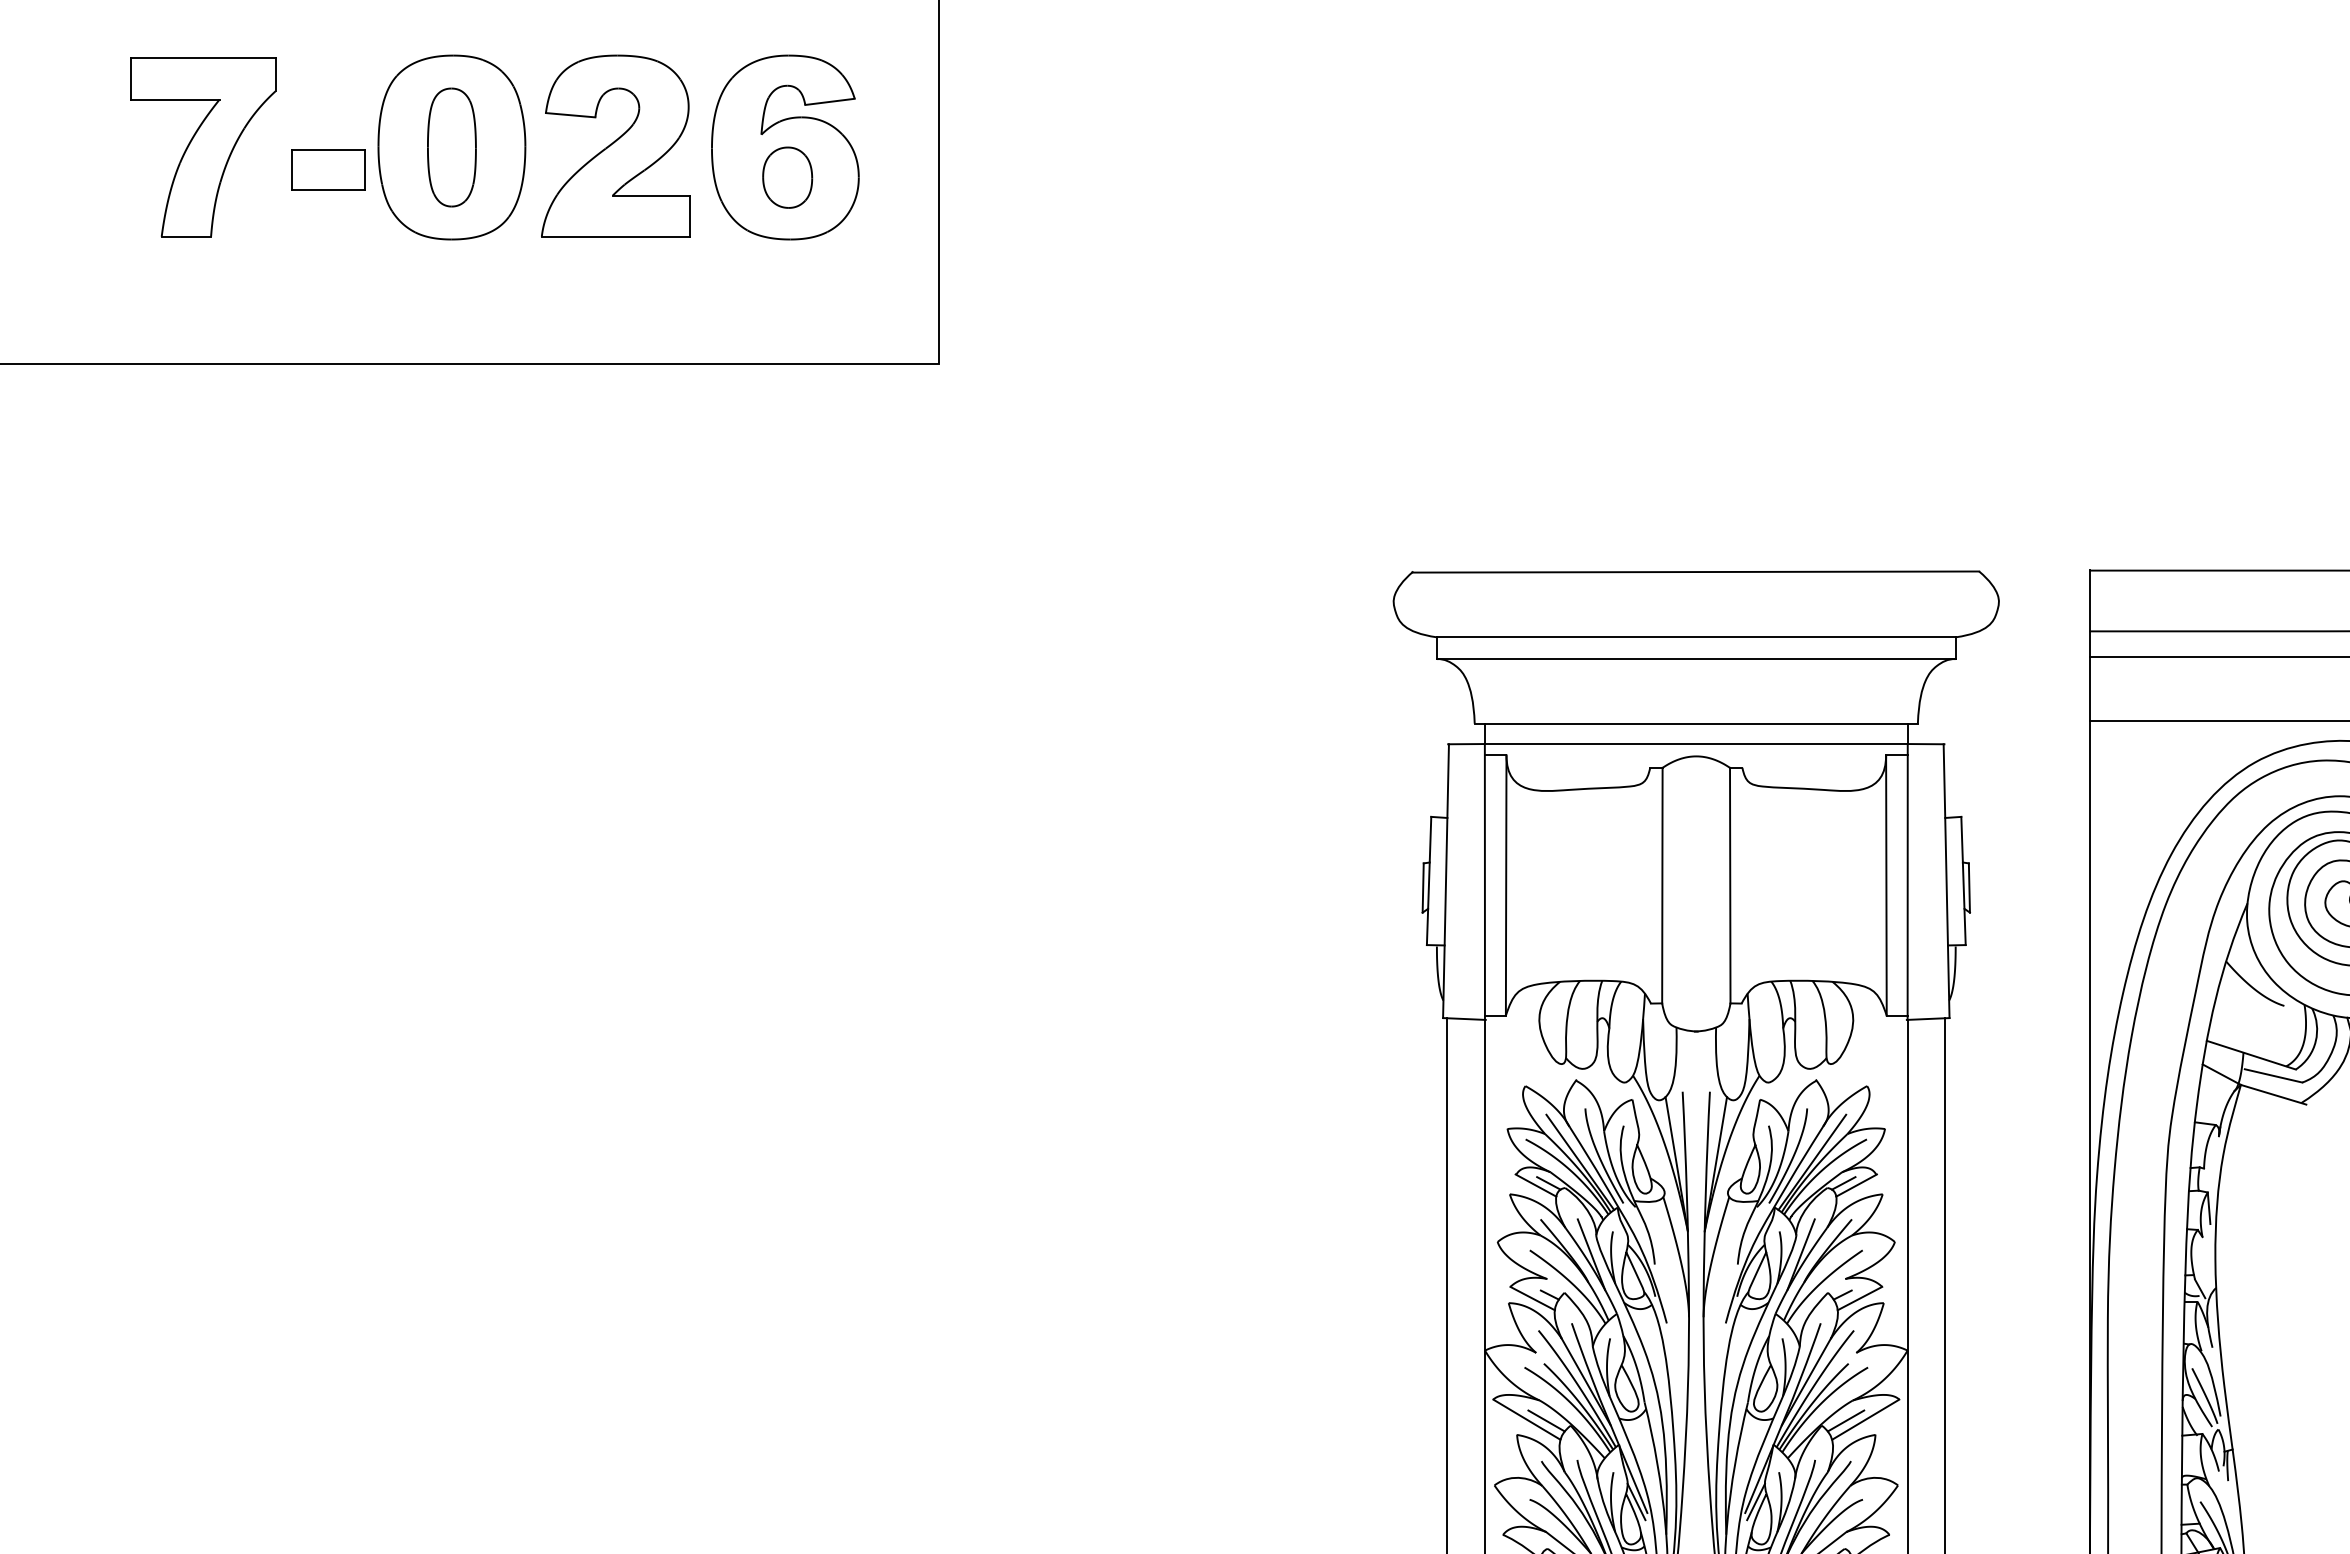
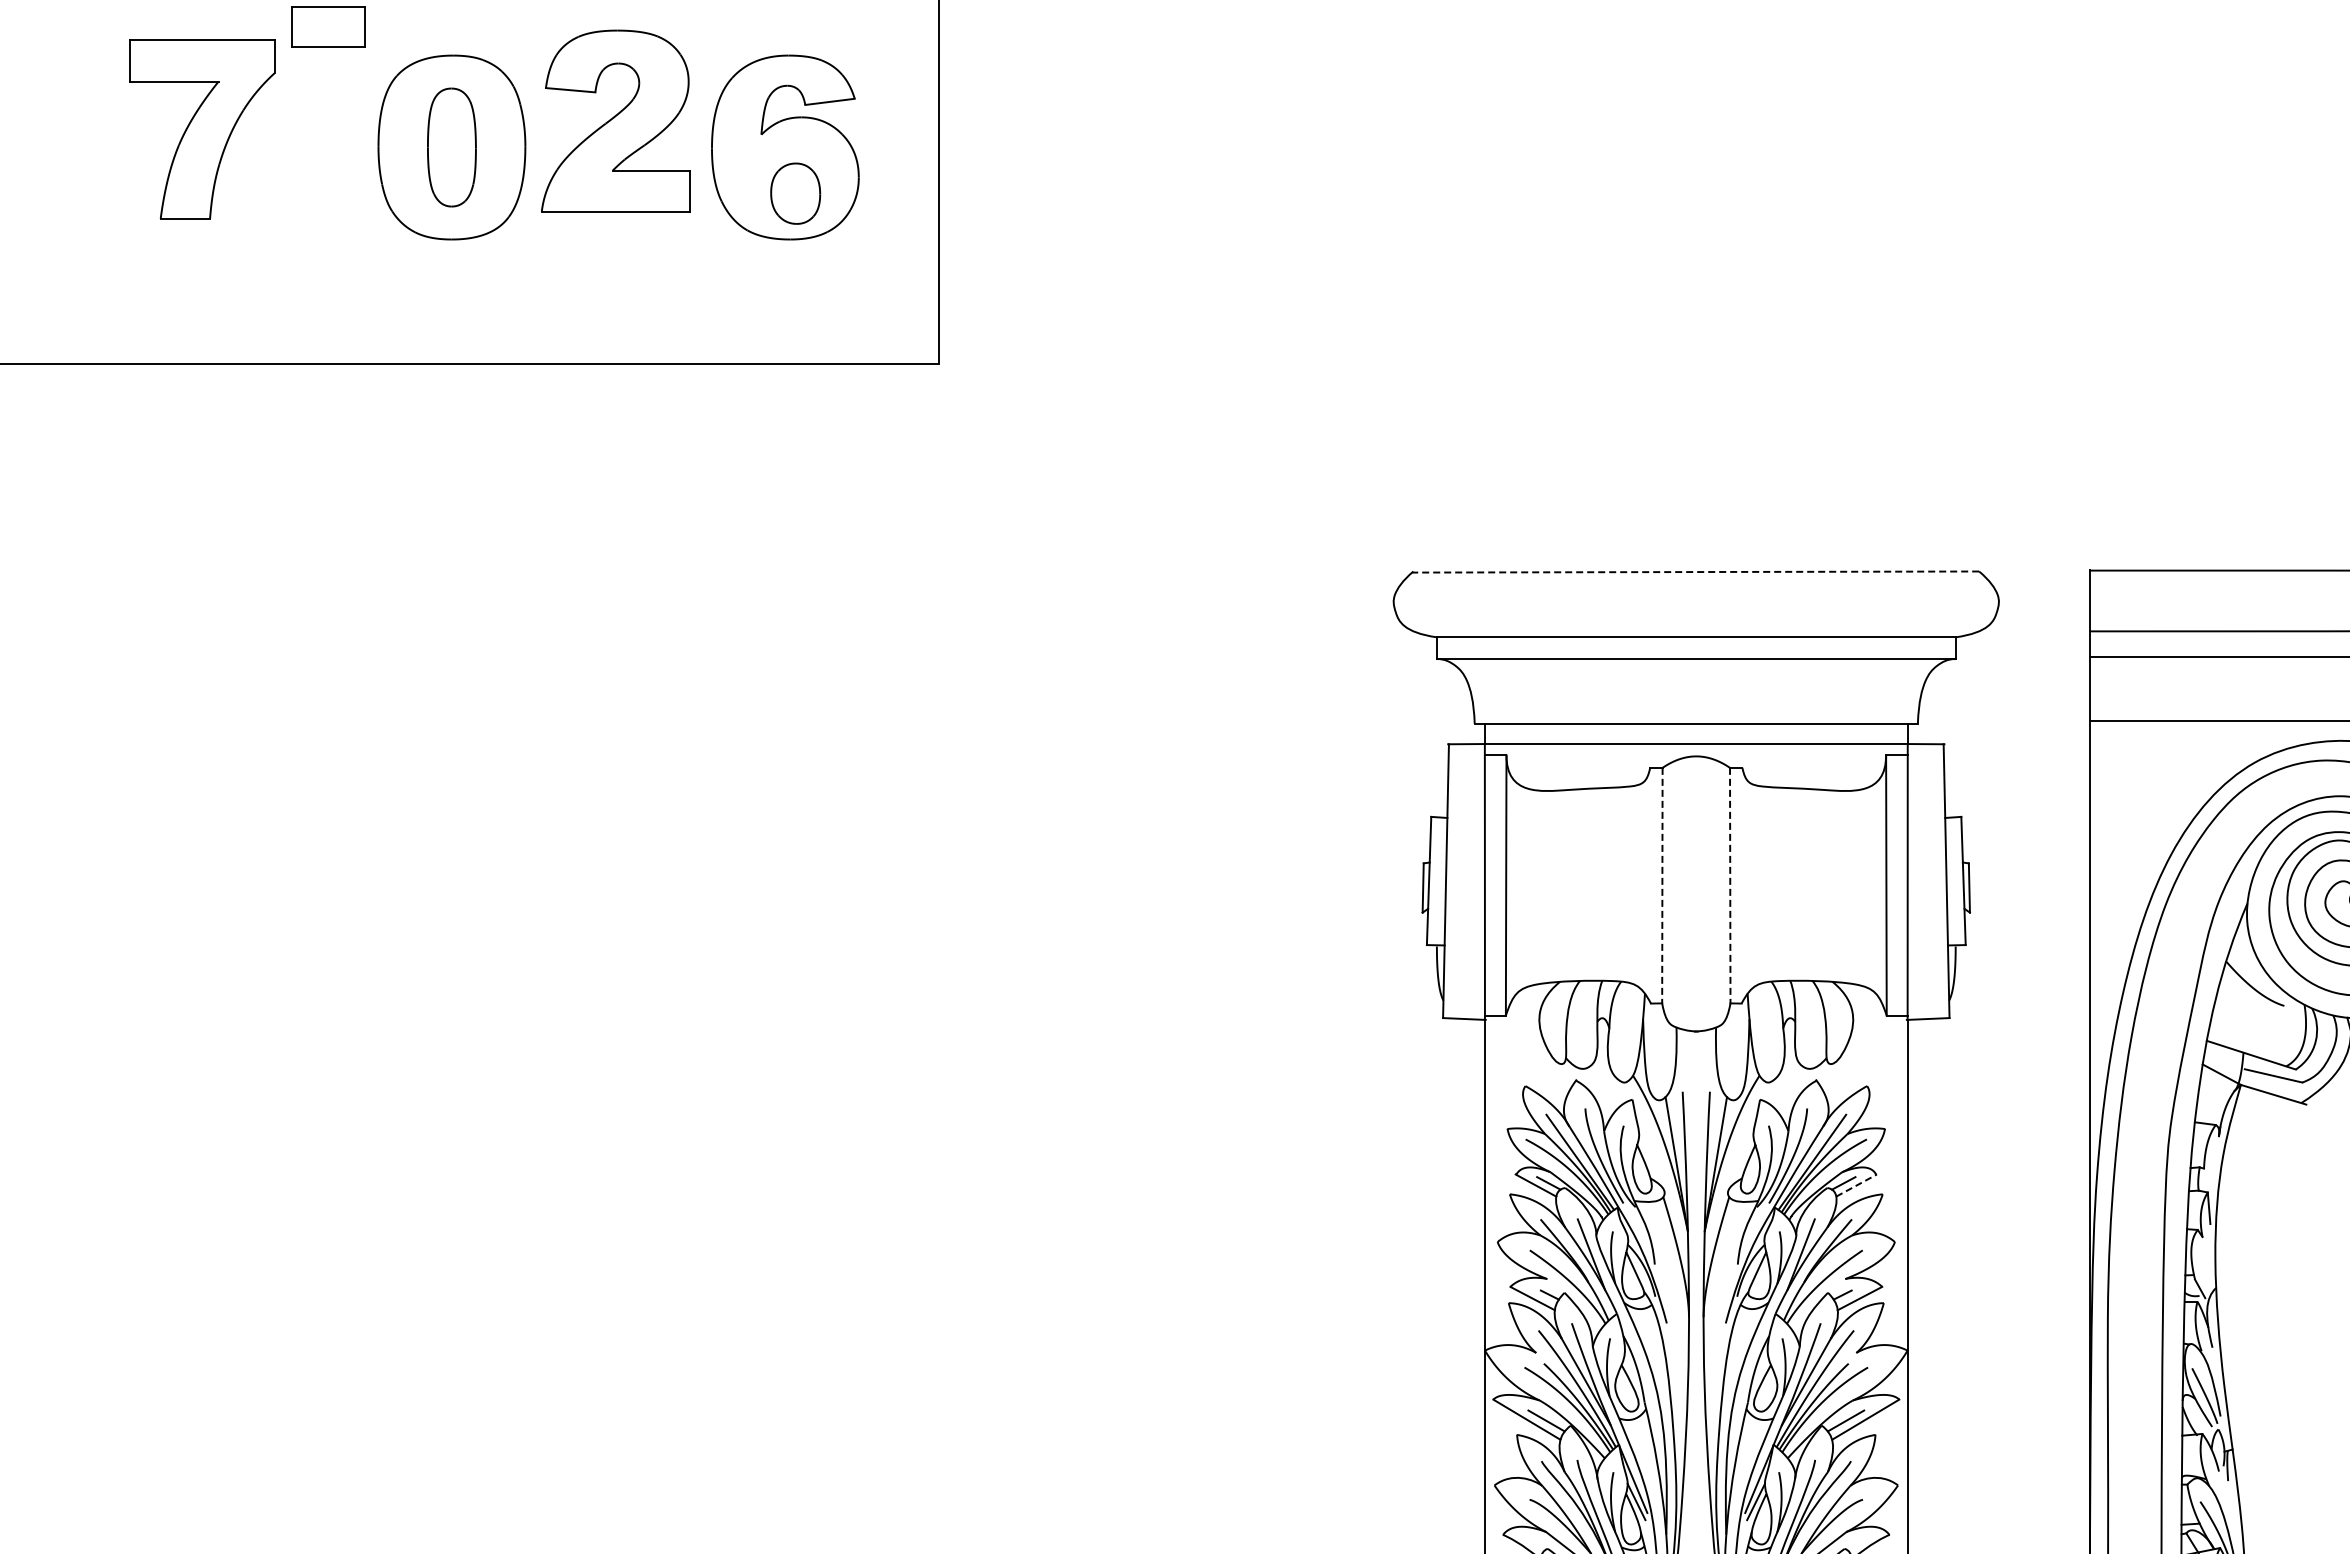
part at (615, 145) position: (615, 145) -> (615, 120)
part at (203, 147) position: (203, 147) -> (202, 129)
part at (328, 169) position: (328, 169) -> (328, 26)
part at (787, 177) position: (787, 177) -> (795, 193)
line at (1695, 572): solid -> dashed
line at (1662, 885): solid -> dashed
line at (1730, 885): solid -> dashed
line at (1857, 1185): solid -> dashed
line at (1447, 1284): present -> none
line at (1945, 1284): present -> none
